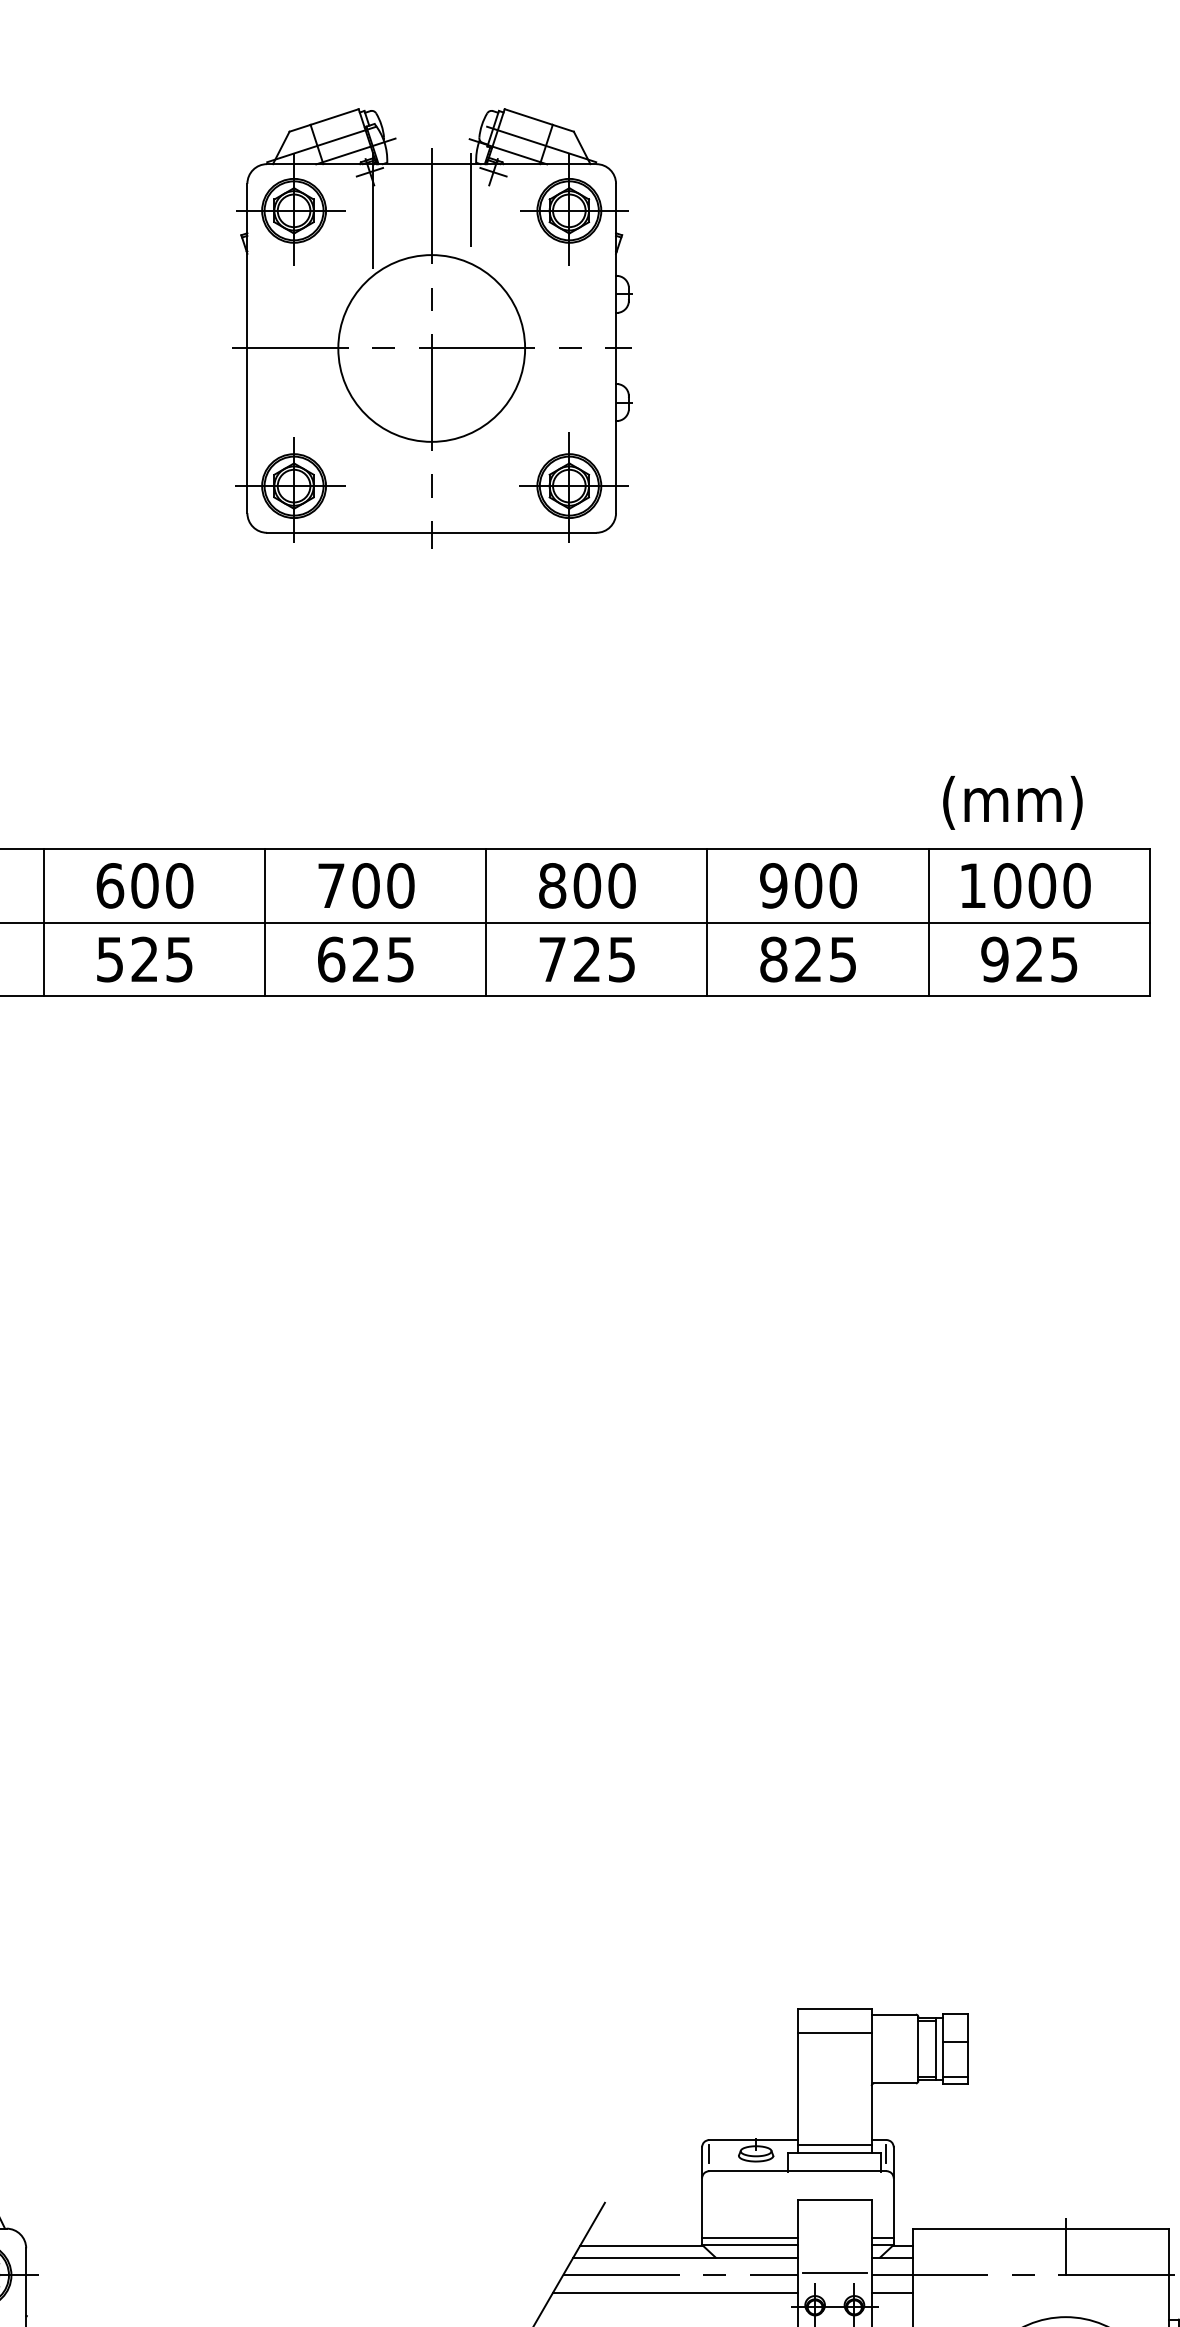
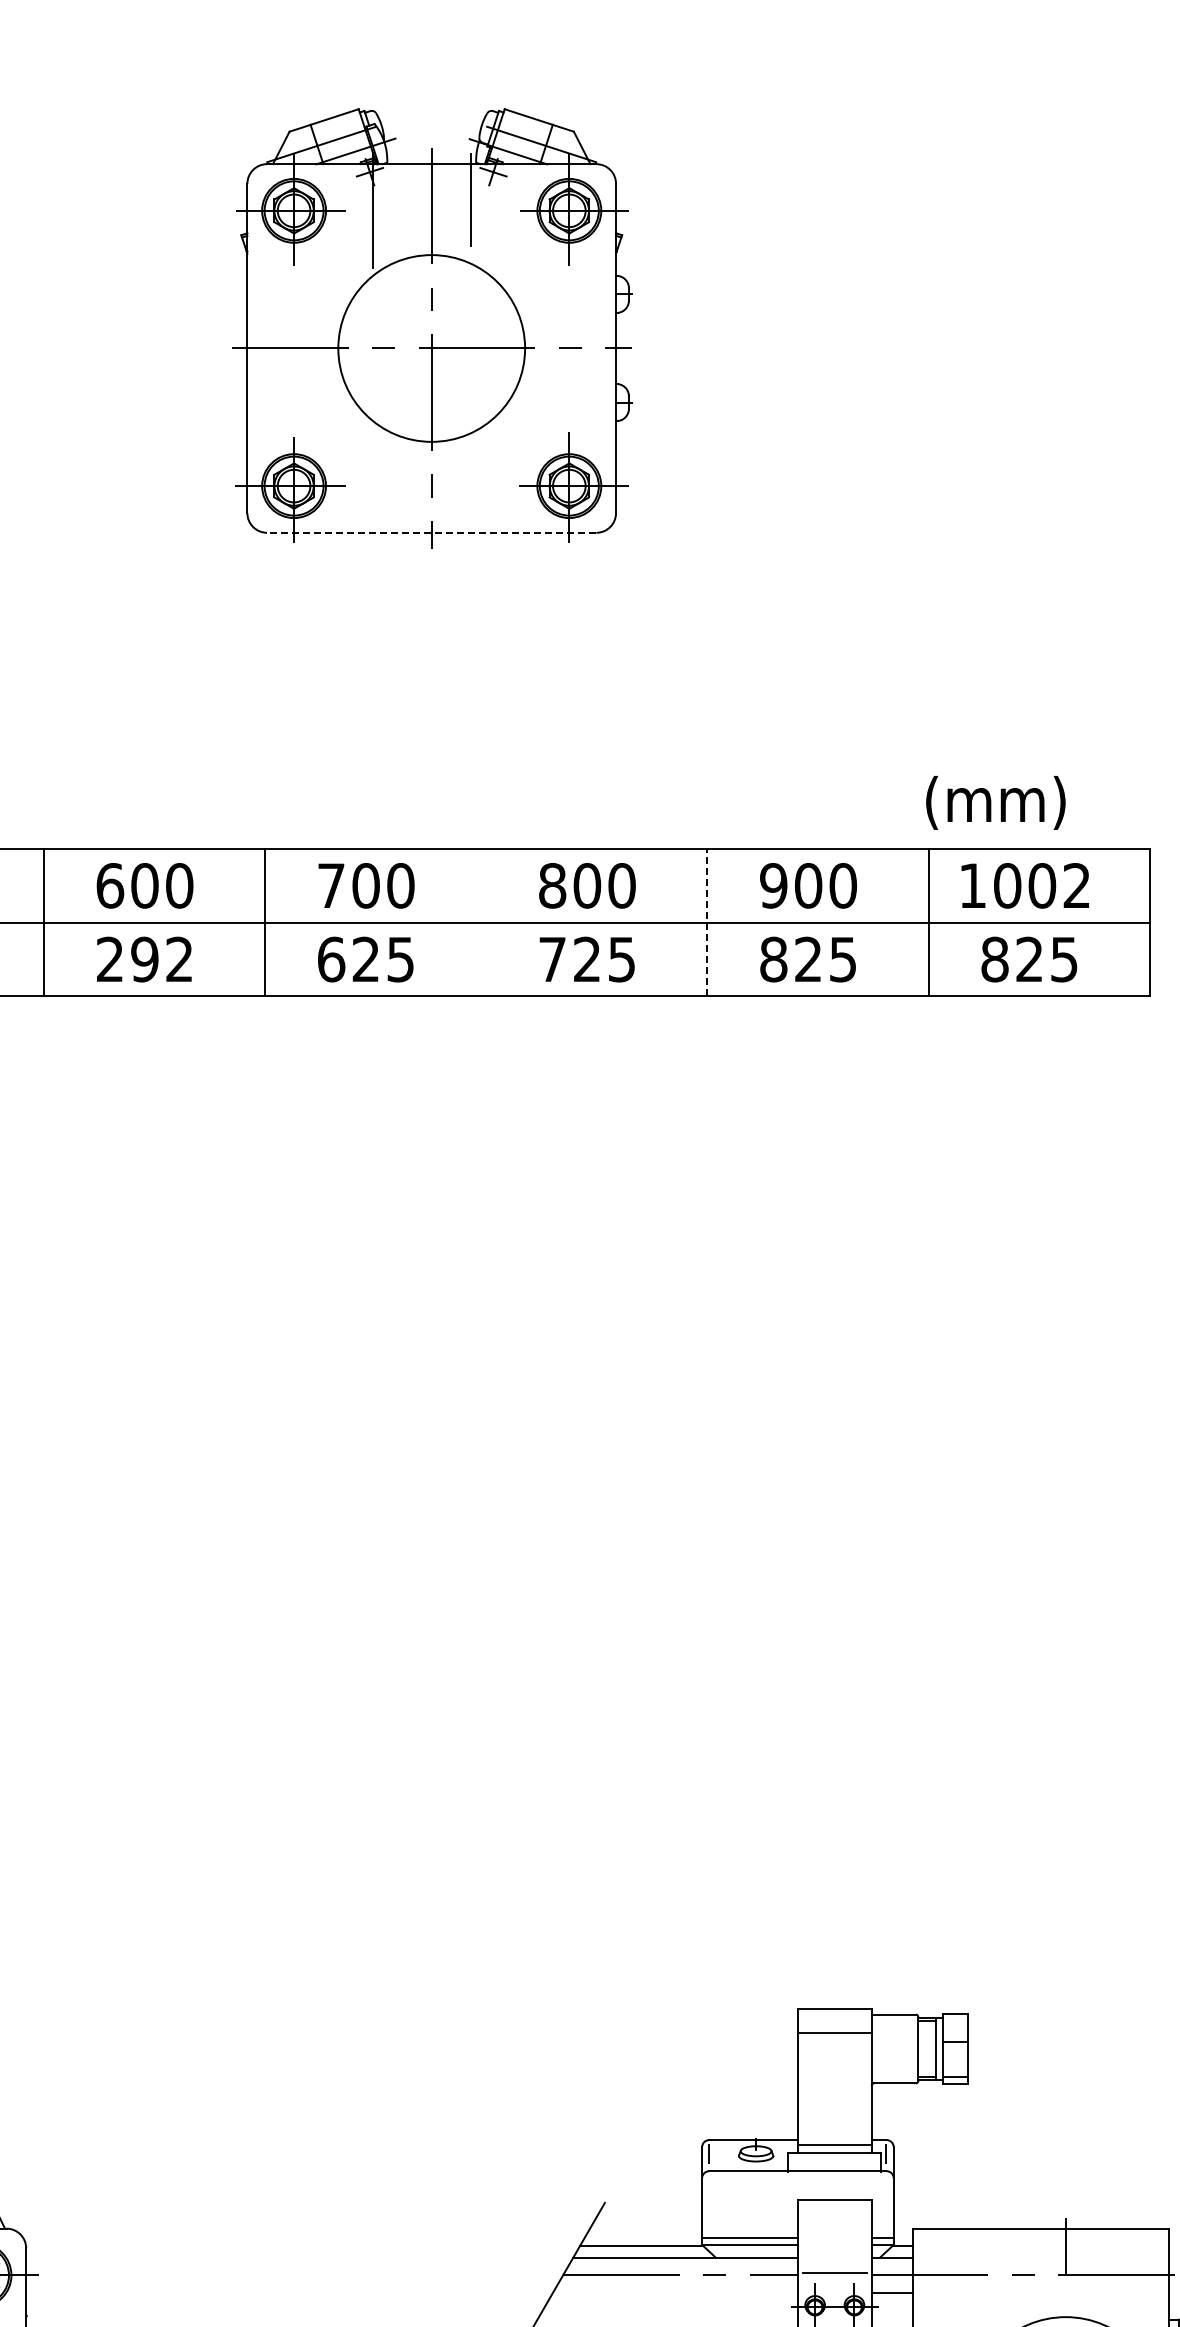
line at (431, 532): solid -> dashed
text at (1012, 802) position: (1012, 802) -> (995, 802)
text at (1076, 885): 1000 -> 1002
line at (486, 922): present -> none
line at (707, 922): solid -> dashed
text at (144, 959): 525 -> 292
text at (994, 959): 925 -> 825
line at (674, 2293): present -> none
